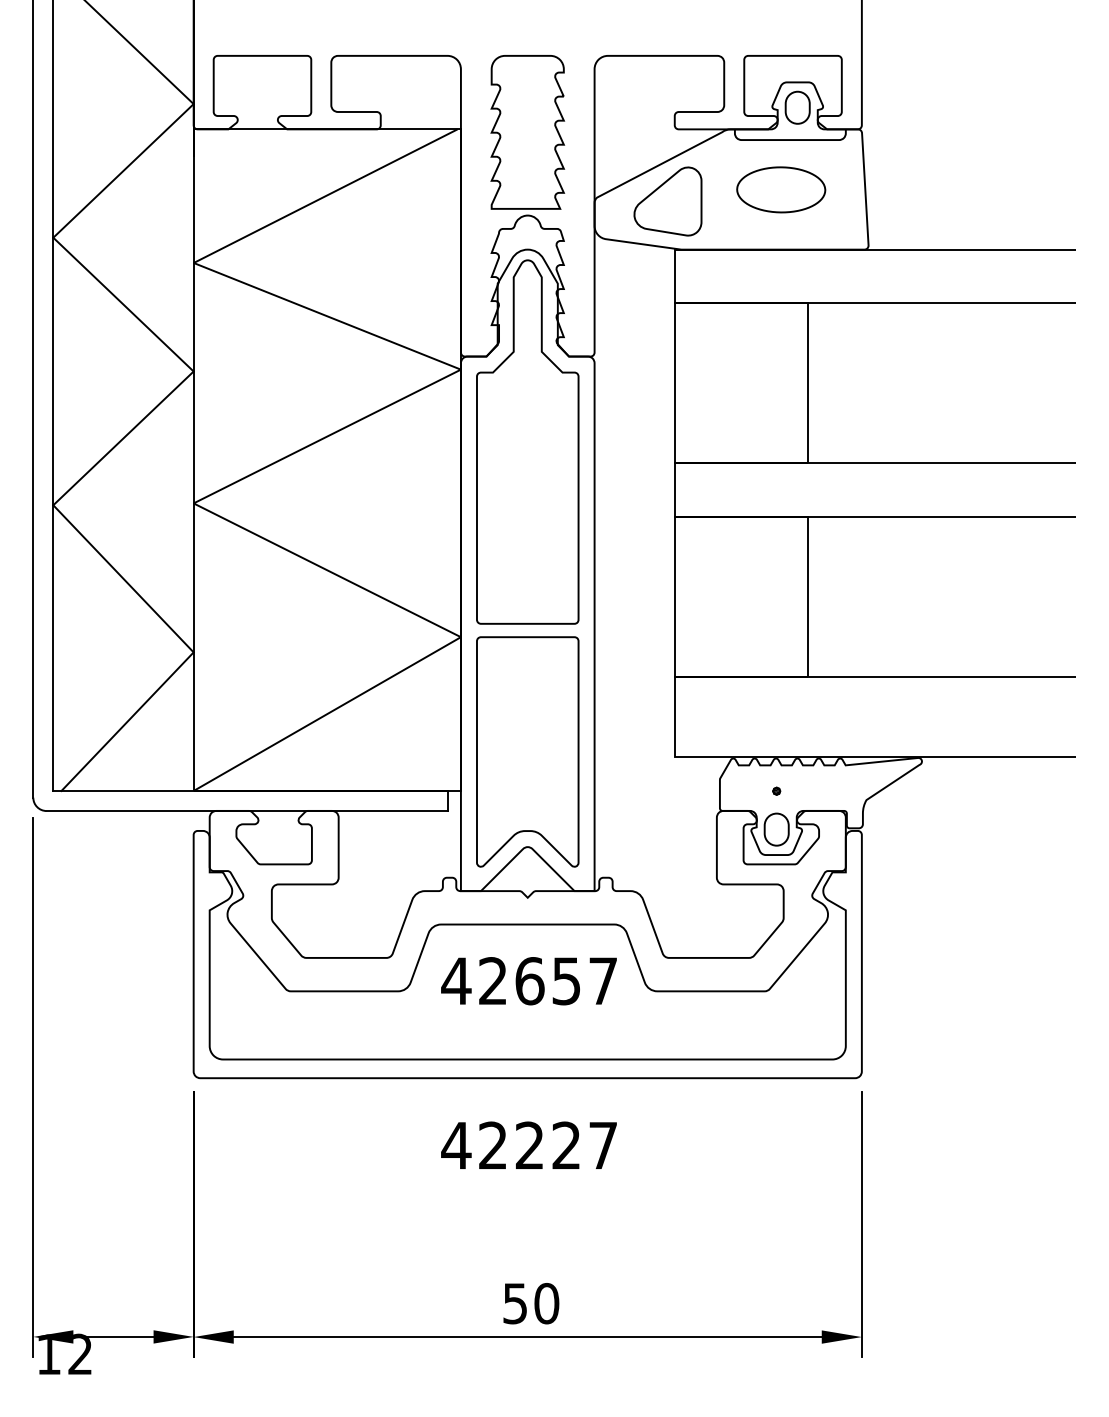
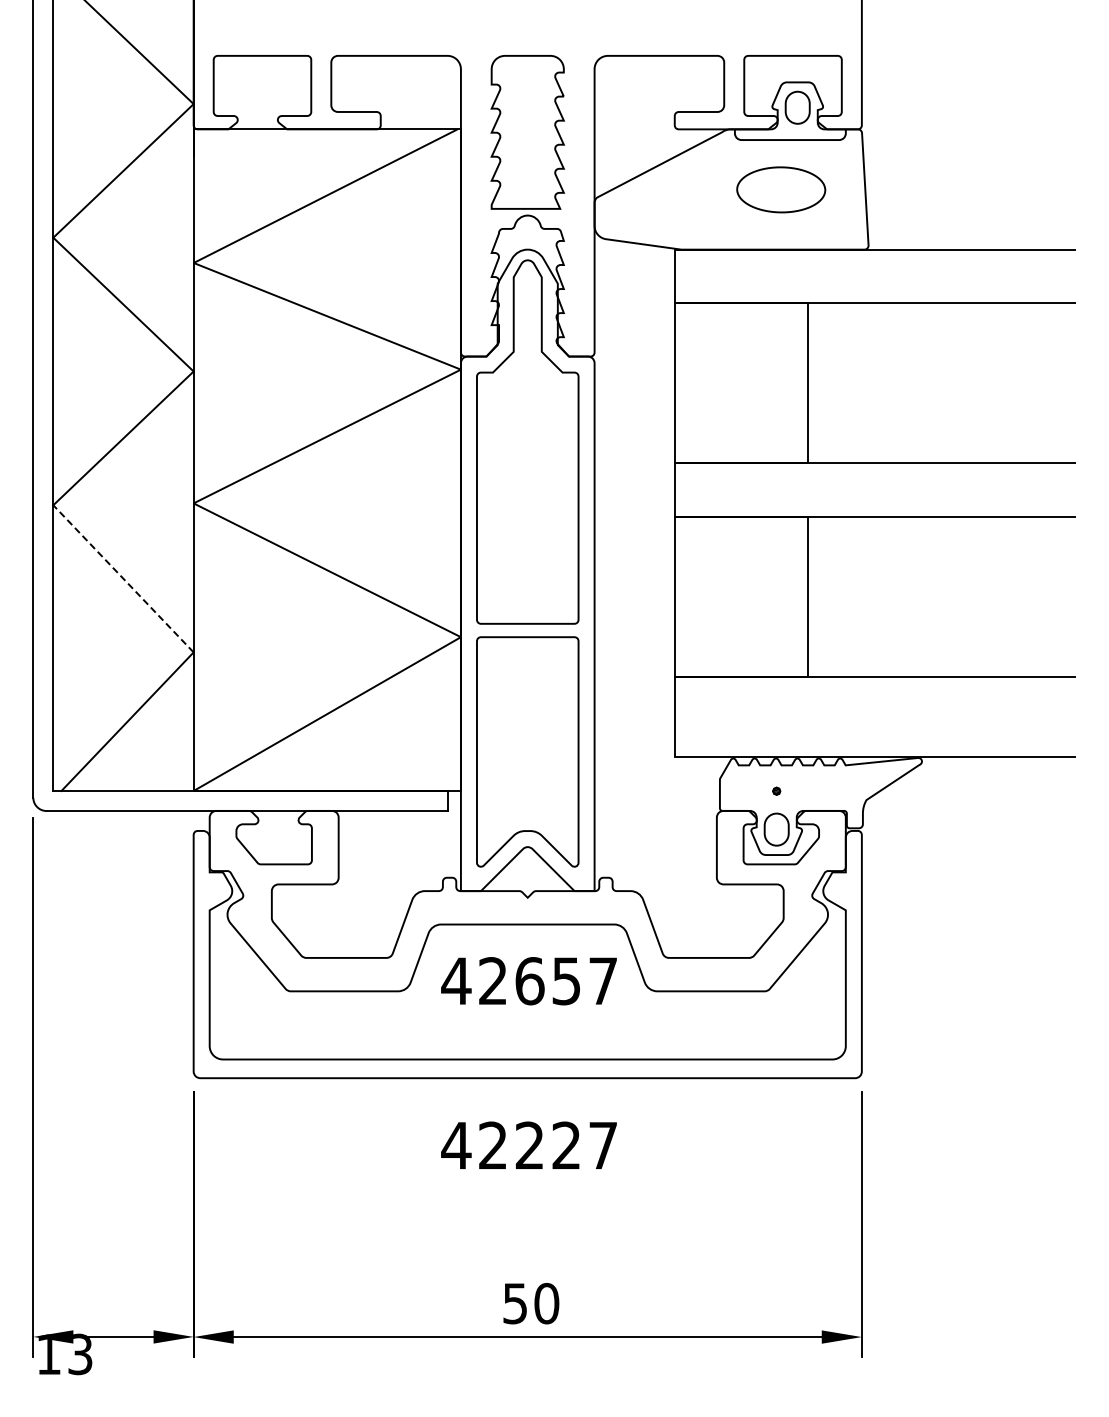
part at (667, 201): present -> none
line at (123, 578): solid -> dashed
text at (80, 1354): 12 -> 13
